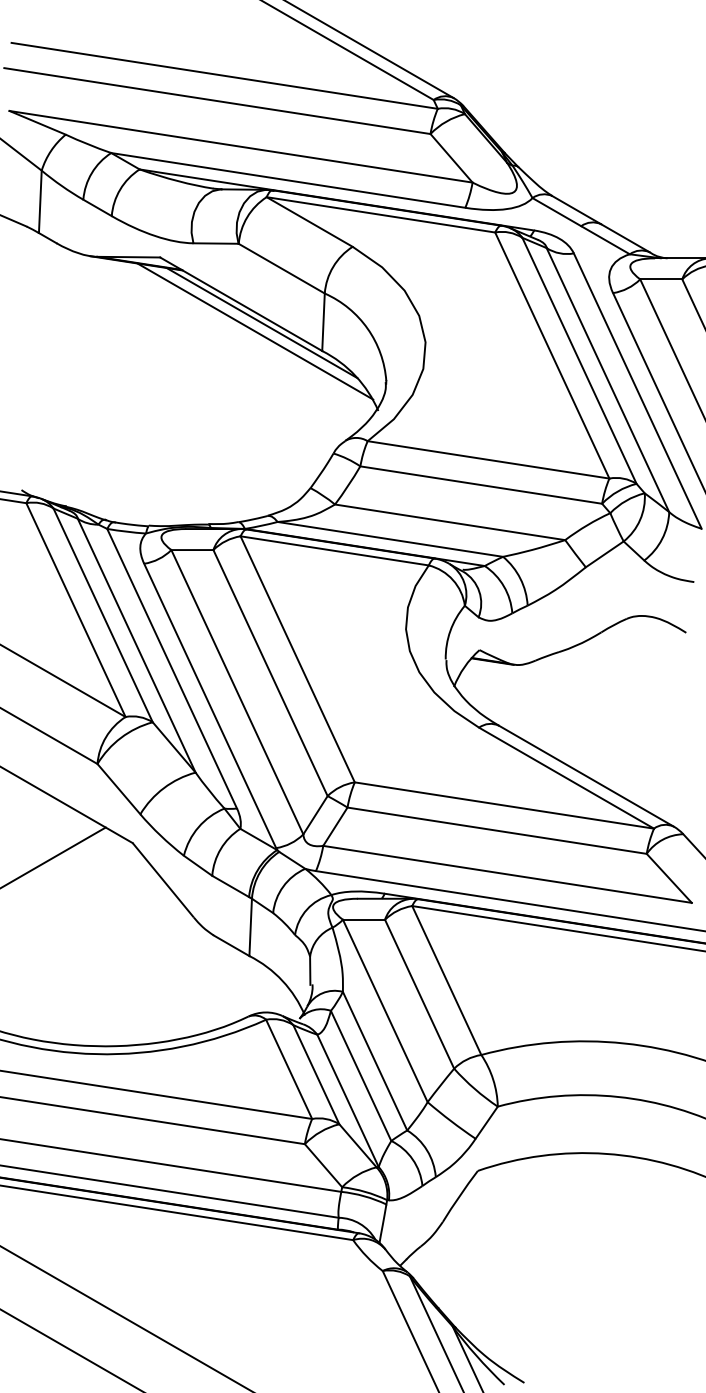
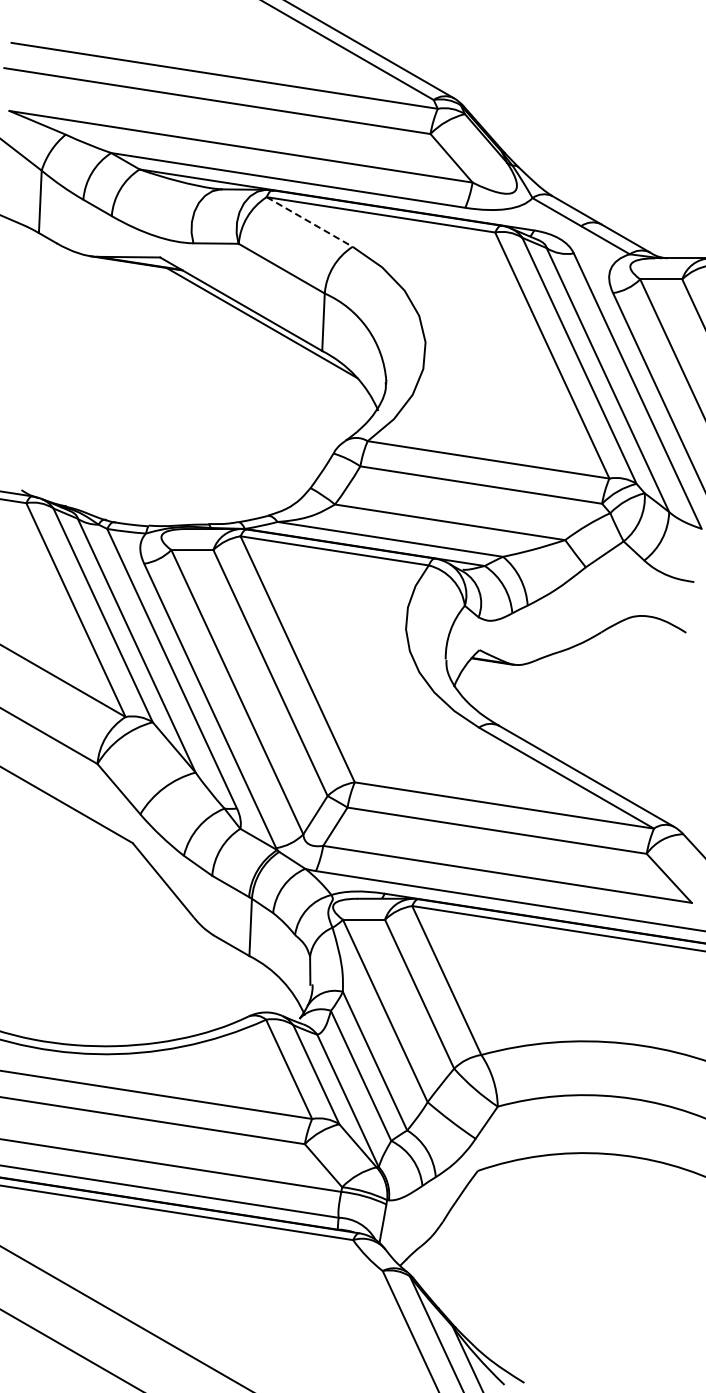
line at (309, 222): solid -> dashed
line at (255, 331): present -> none
line at (53, 857): present -> none
